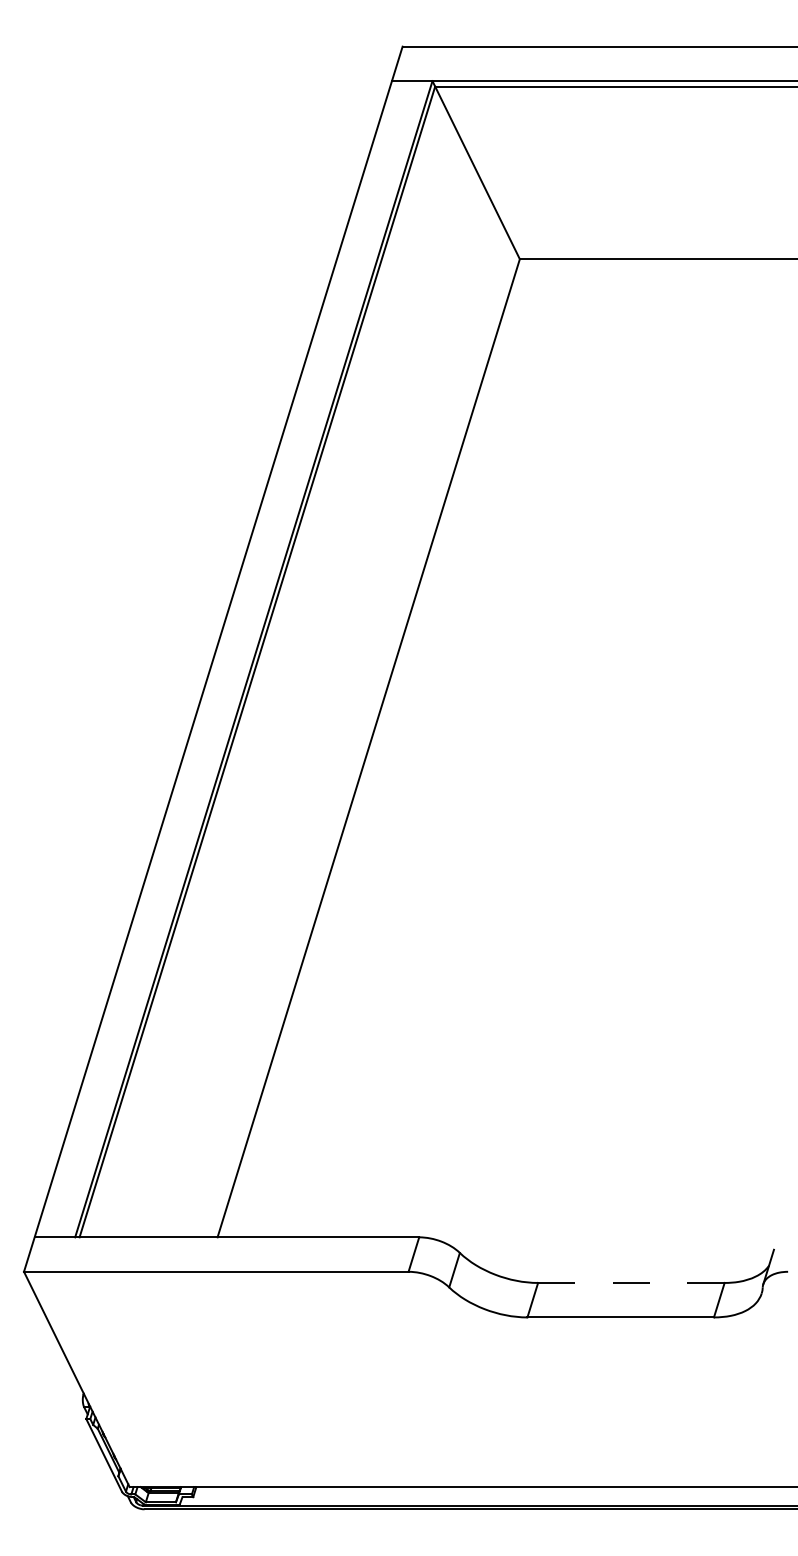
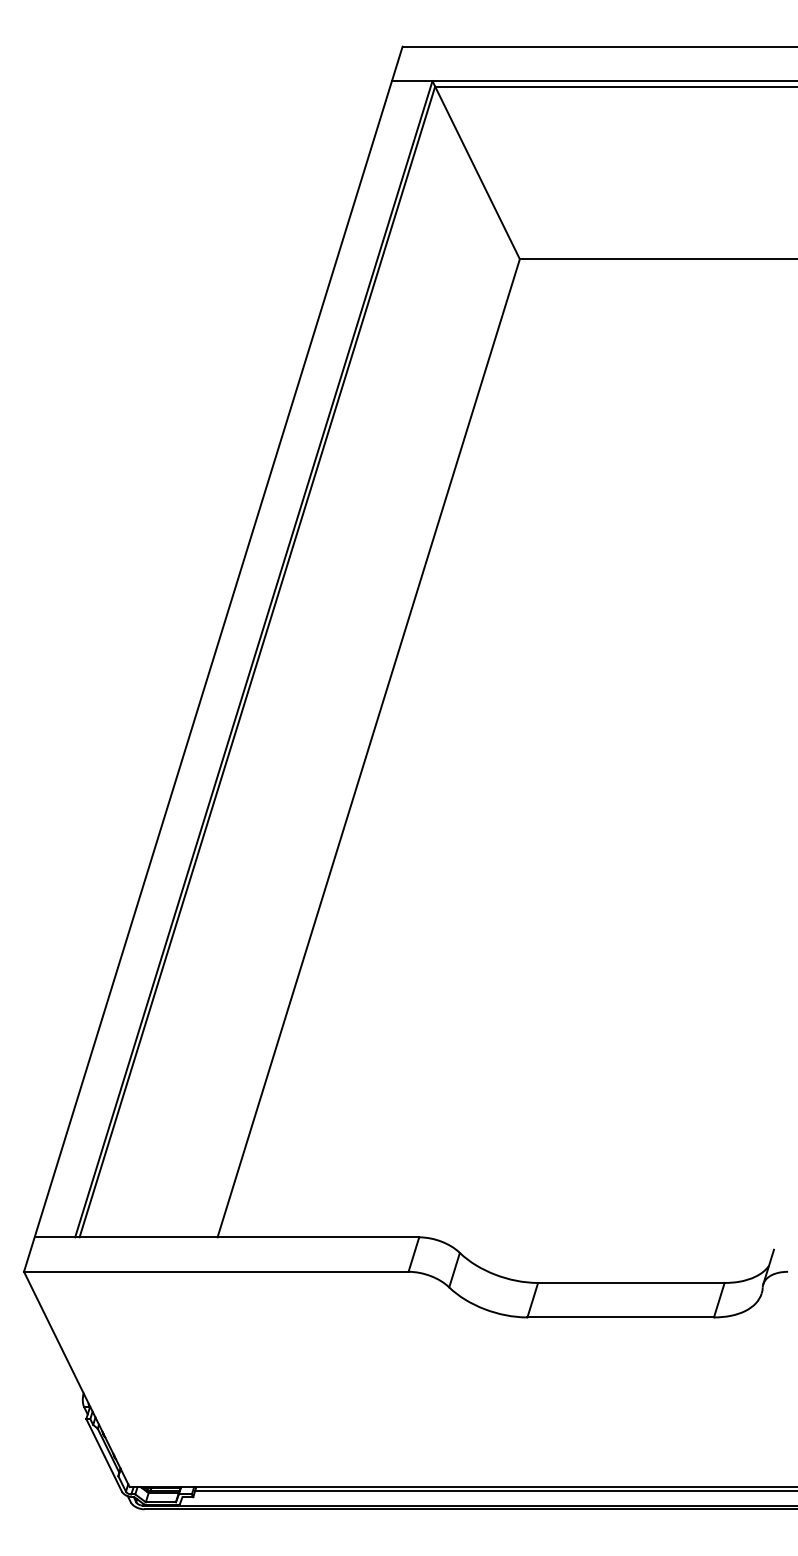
line at (631, 1282): dashed -> solid
line at (494, 1490): none -> present
